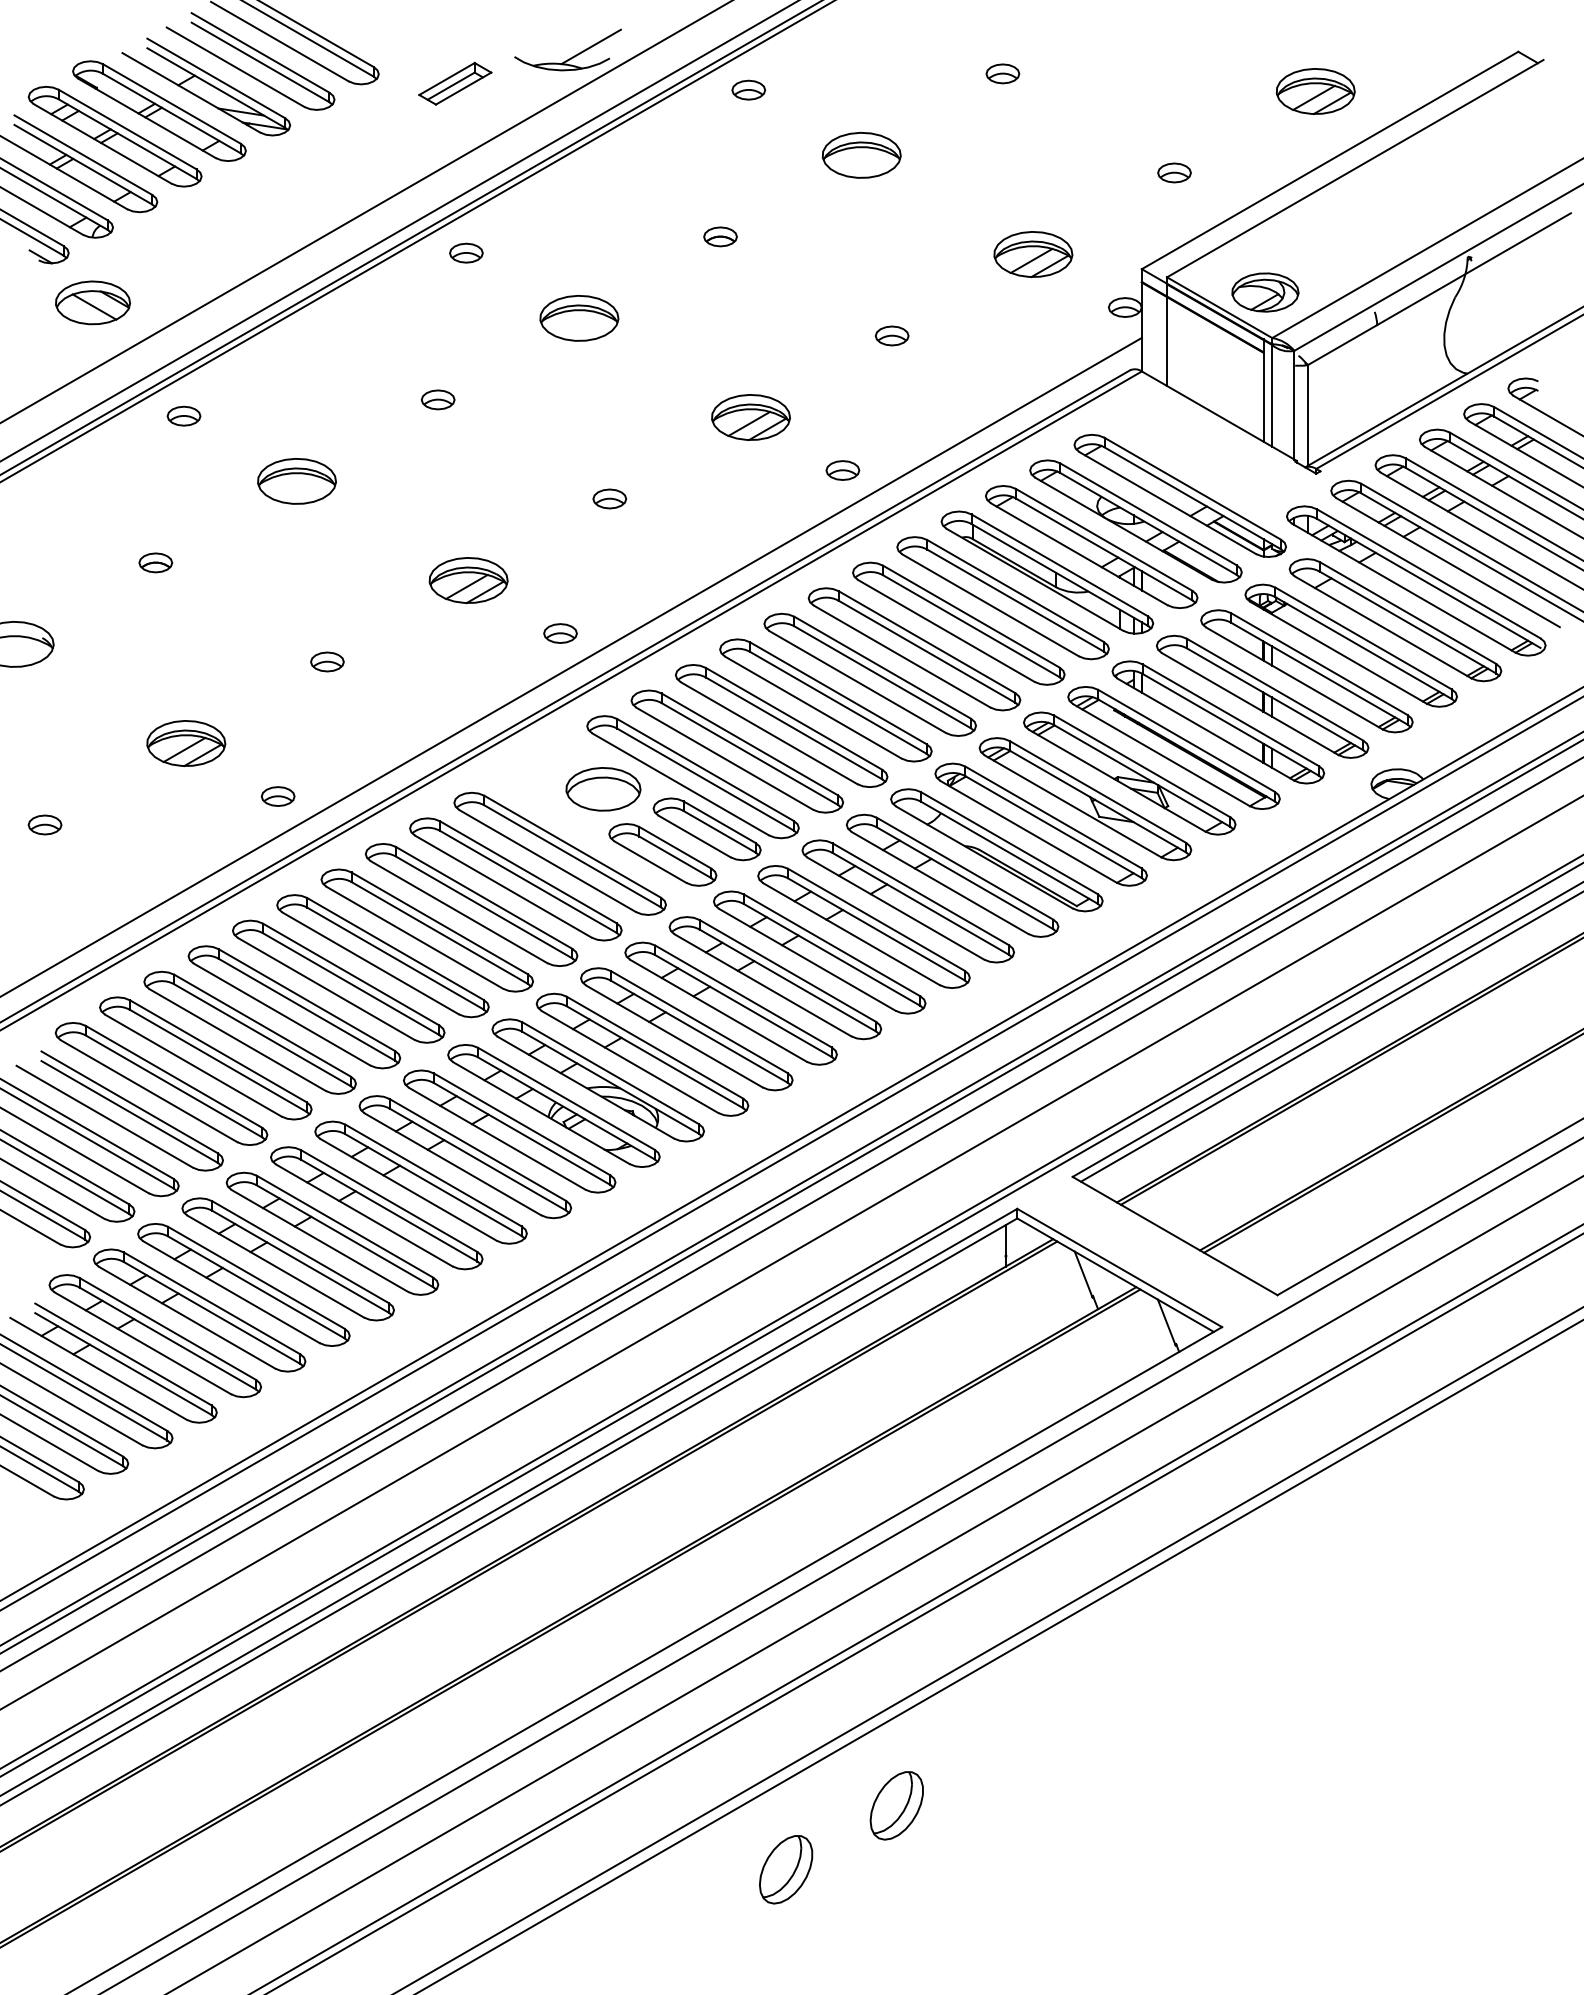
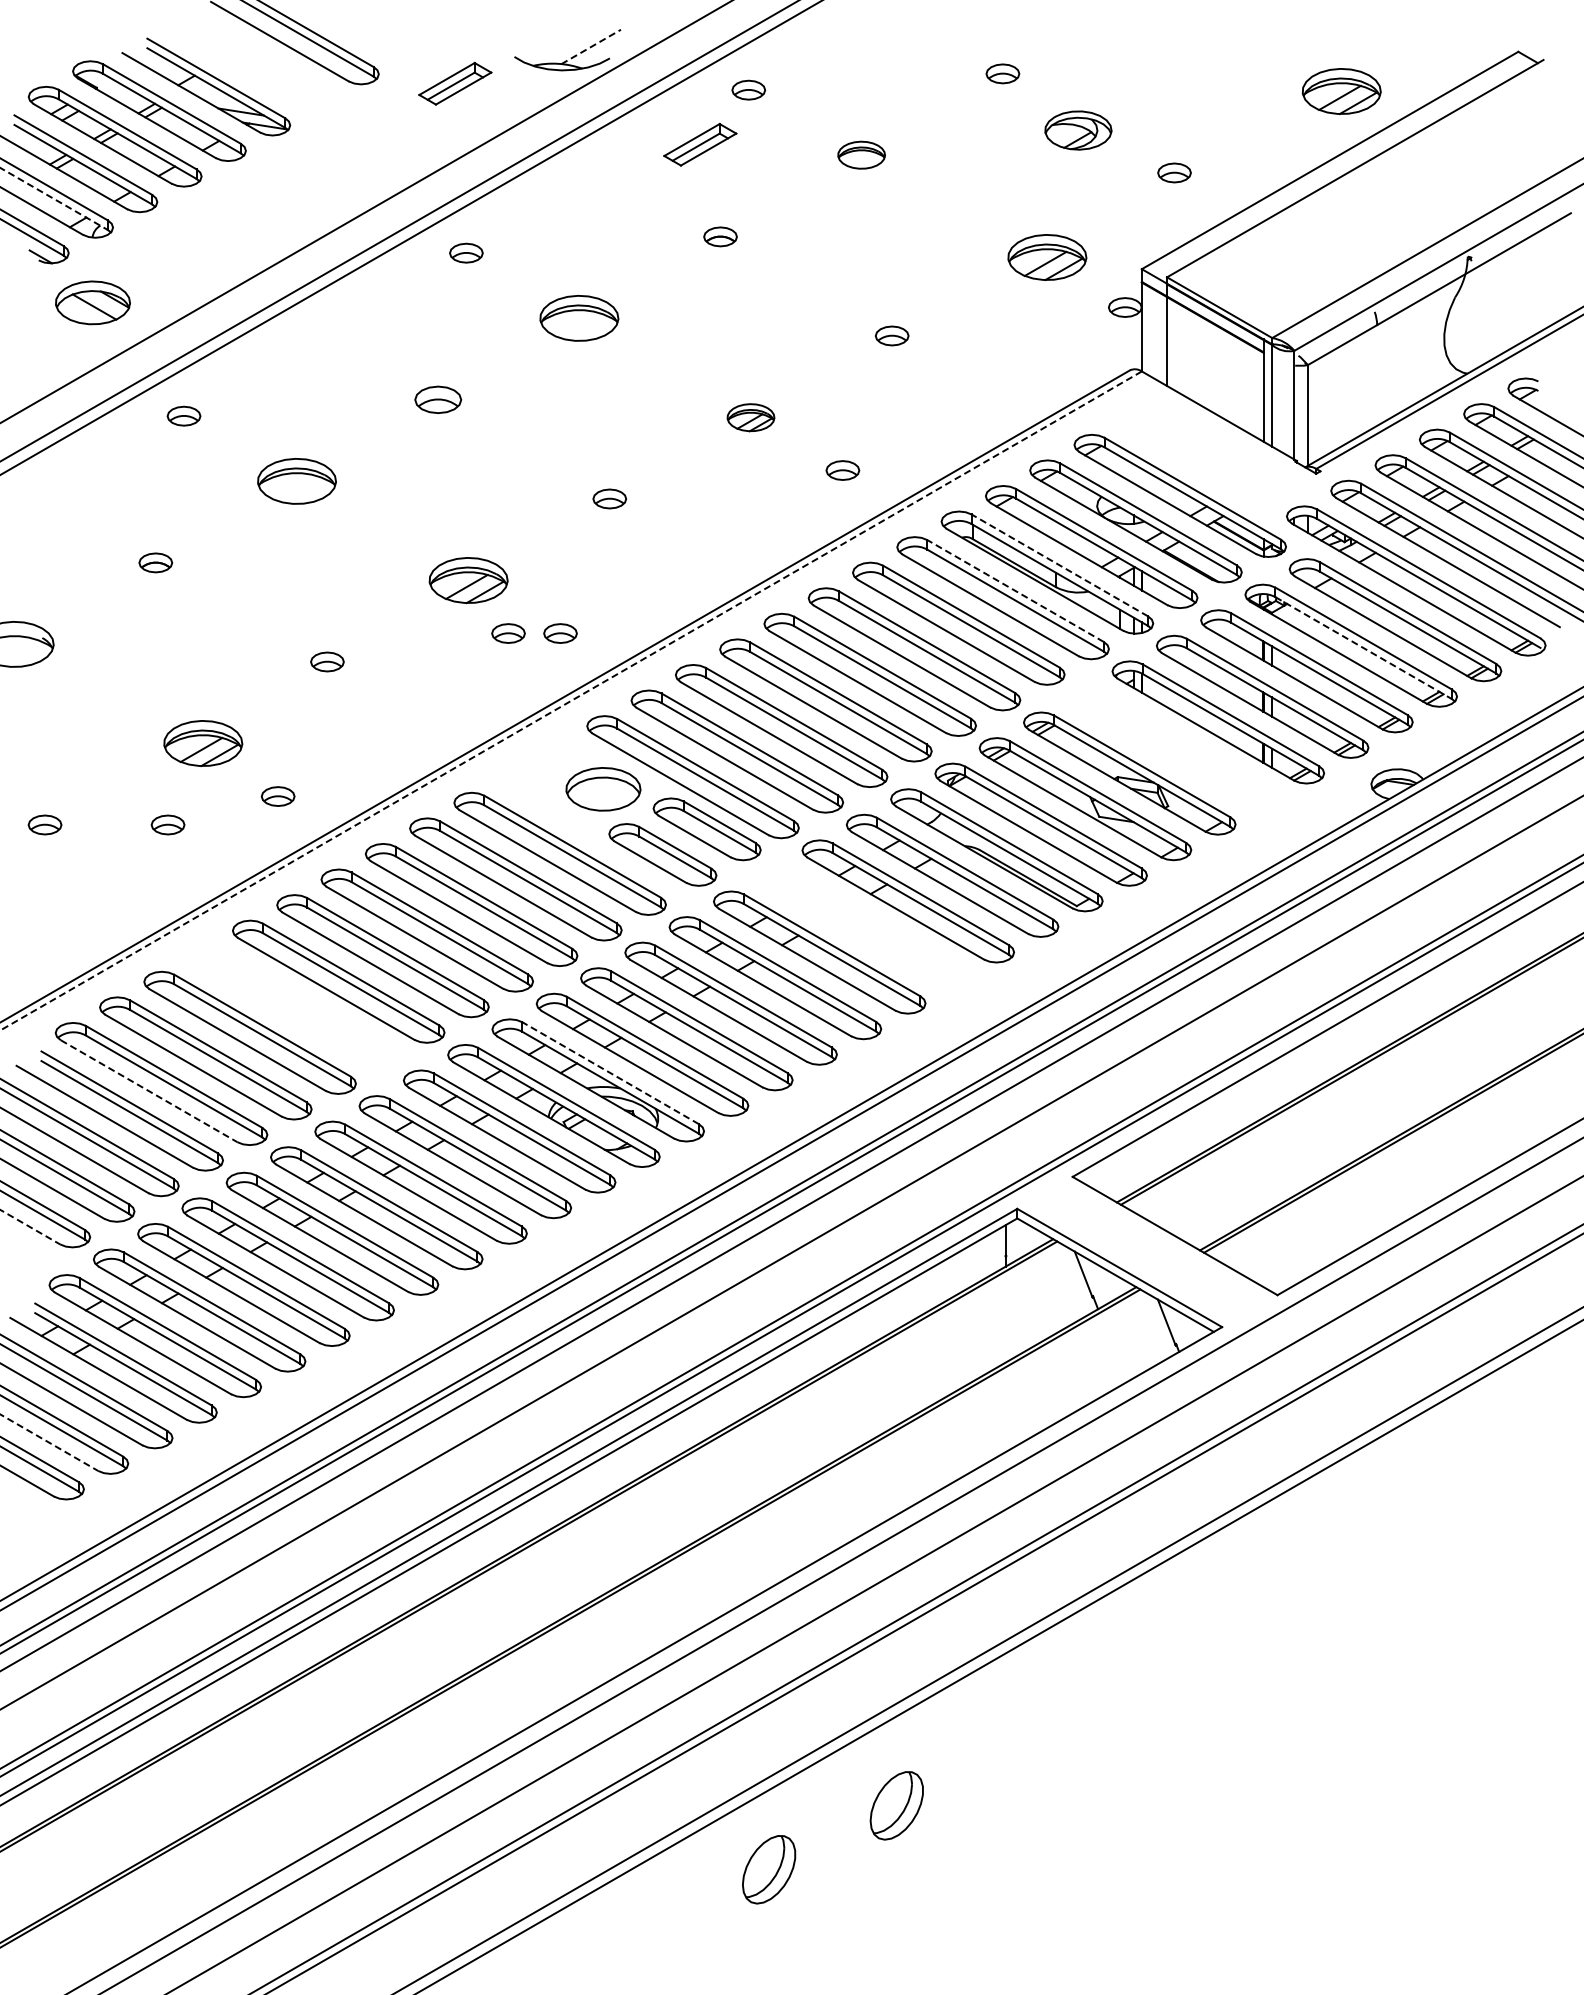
line at (591, 46): solid -> dashed
part at (250, 61): present -> none
part at (1315, 91) position: (1315, 91) -> (1341, 91)
part at (700, 144): none -> present
part at (861, 154) size: 81x48 px -> 49x30 px
line at (54, 199): solid -> dashed
line at (416, 241): present -> none
part at (1033, 254) position: (1033, 254) -> (1047, 257)
part at (1265, 292) position: (1265, 292) -> (1078, 130)
part at (437, 399) size: 36x22 px -> 49x29 px
part at (750, 417) size: 80x48 px -> 50x30 px
line at (1059, 565): solid -> dashed
line at (1015, 591): solid -> dashed
part at (508, 633): none -> present
line at (1363, 648): solid -> dashed
line at (571, 666): present -> none
line at (570, 701): solid -> dashed
part at (186, 743) position: (186, 743) -> (203, 743)
part at (1173, 747): present -> none
part at (167, 824): none -> present
part at (863, 926): present -> none
part at (294, 1007): present -> none
line at (1330, 1037): present -> none
line at (610, 1073): solid -> dashed
line at (149, 1091): solid -> dashed
line at (30, 1227): solid -> dashed
line at (49, 1442): solid -> dashed
part at (786, 1869) position: (786, 1869) -> (769, 1869)
